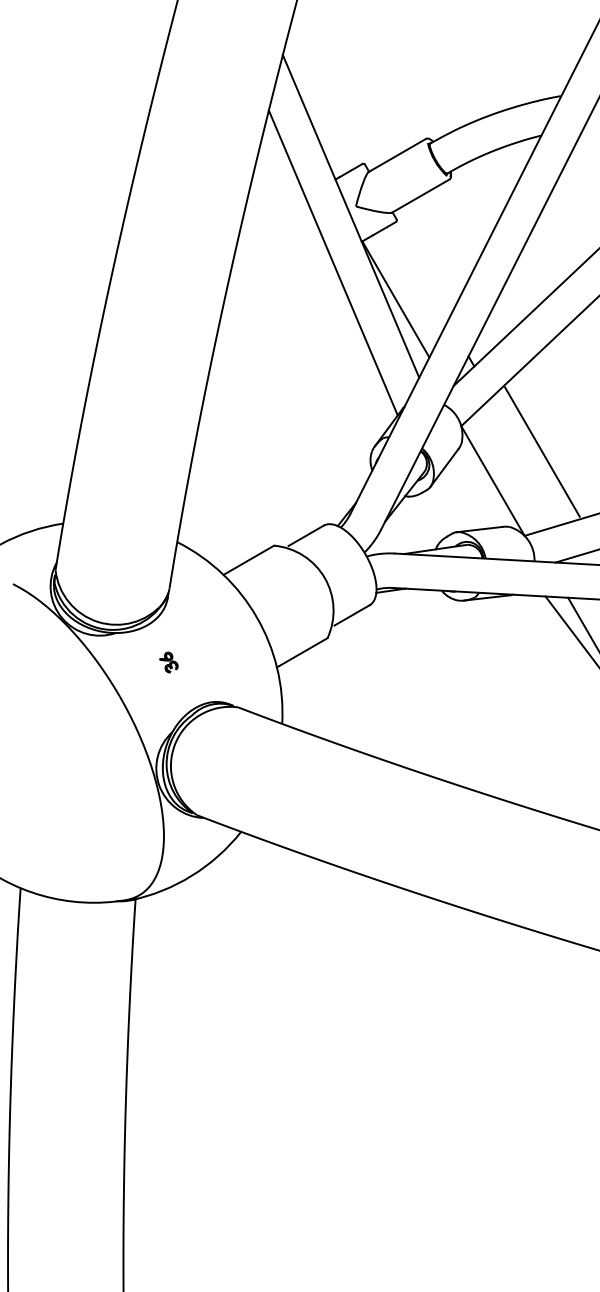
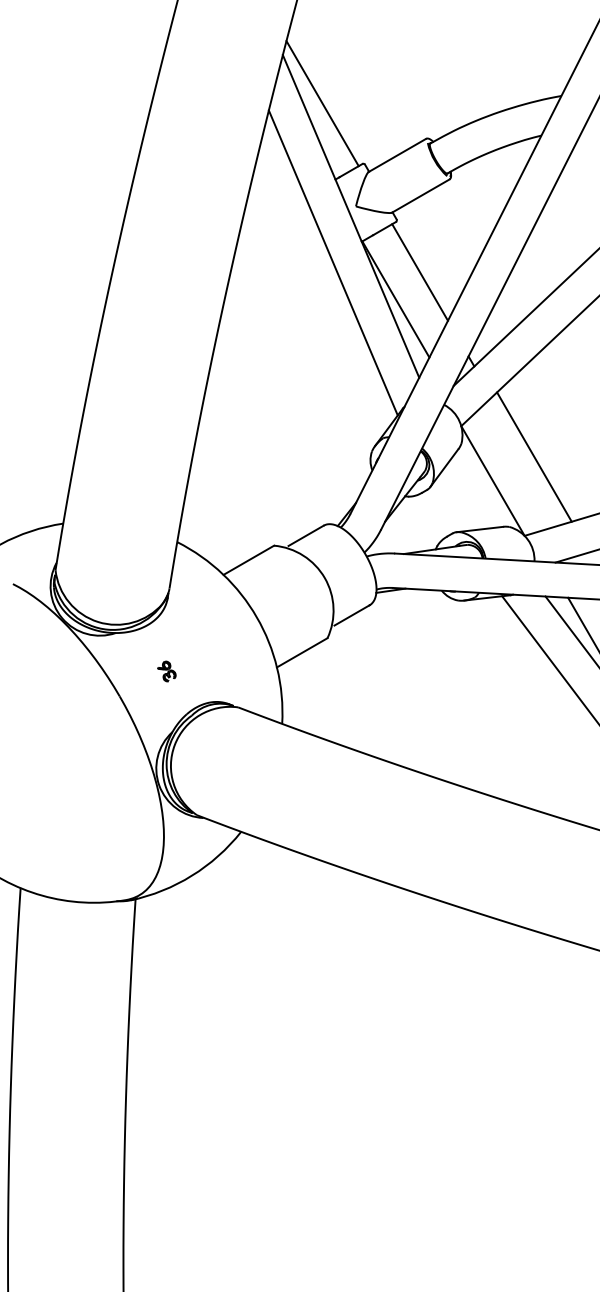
line at (322, 103): none -> present
line at (419, 272): none -> present
line at (542, 451) position: (542, 451) -> (534, 456)
line at (549, 658): none -> present
part at (168, 662) position: (168, 662) -> (166, 671)
